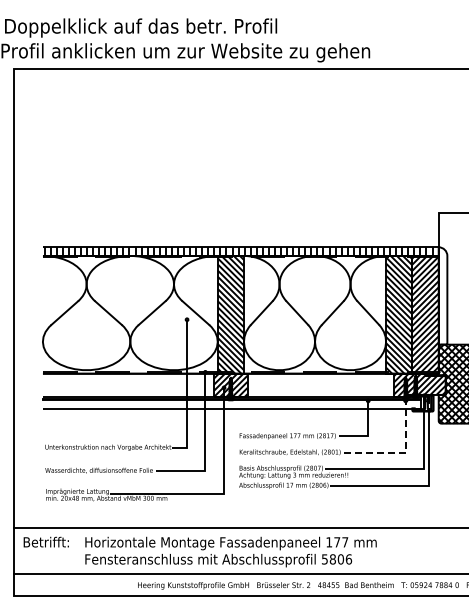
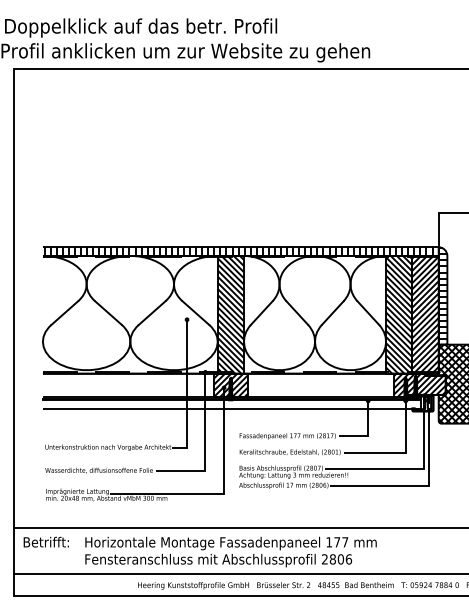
hatch at (442, 293): none -> present
line at (401, 453): dashed -> solid
text at (324, 559): 5806 -> 2806
